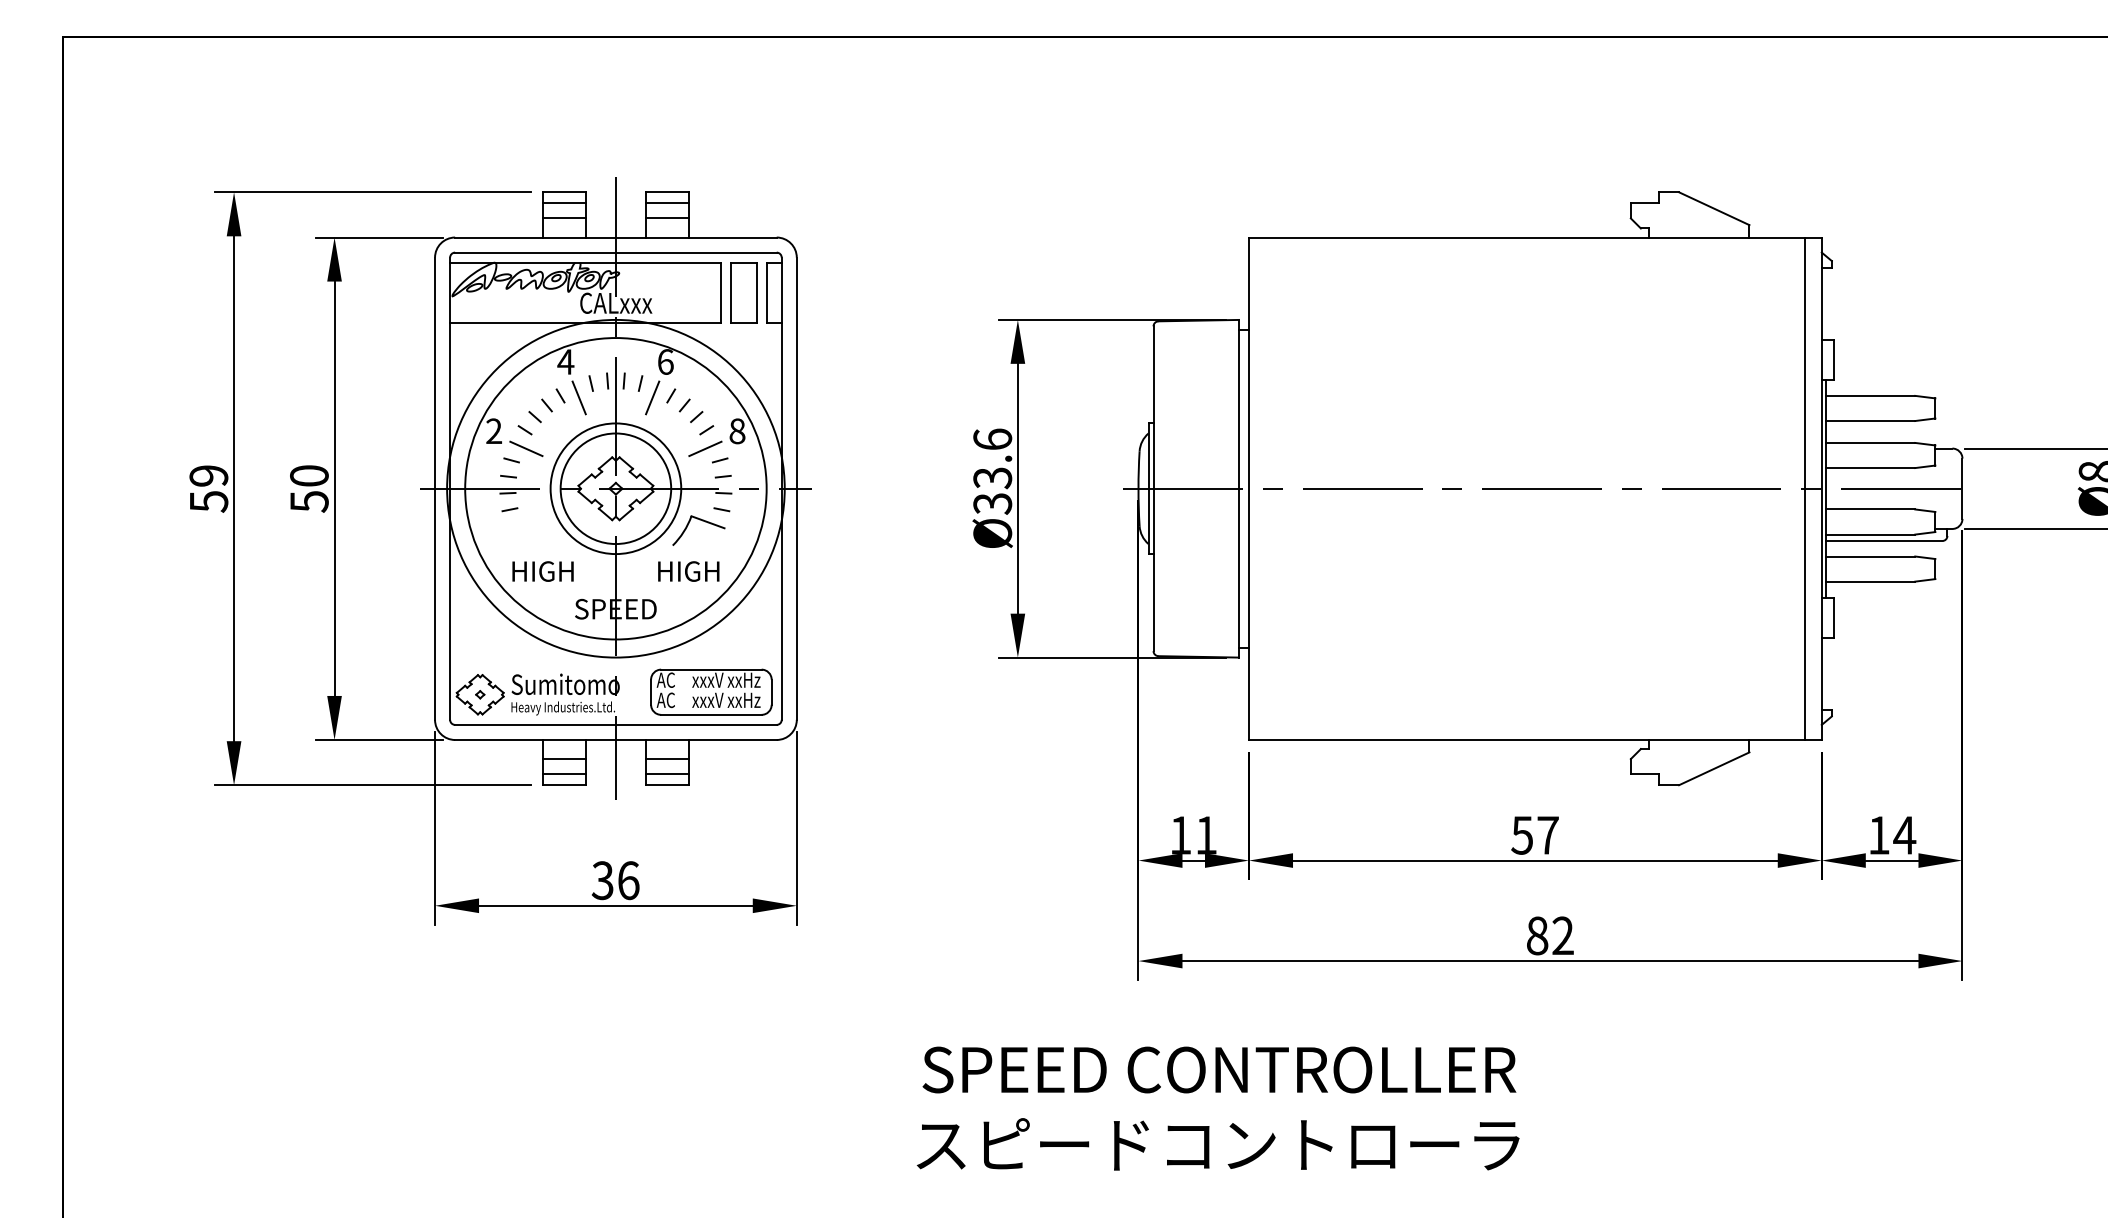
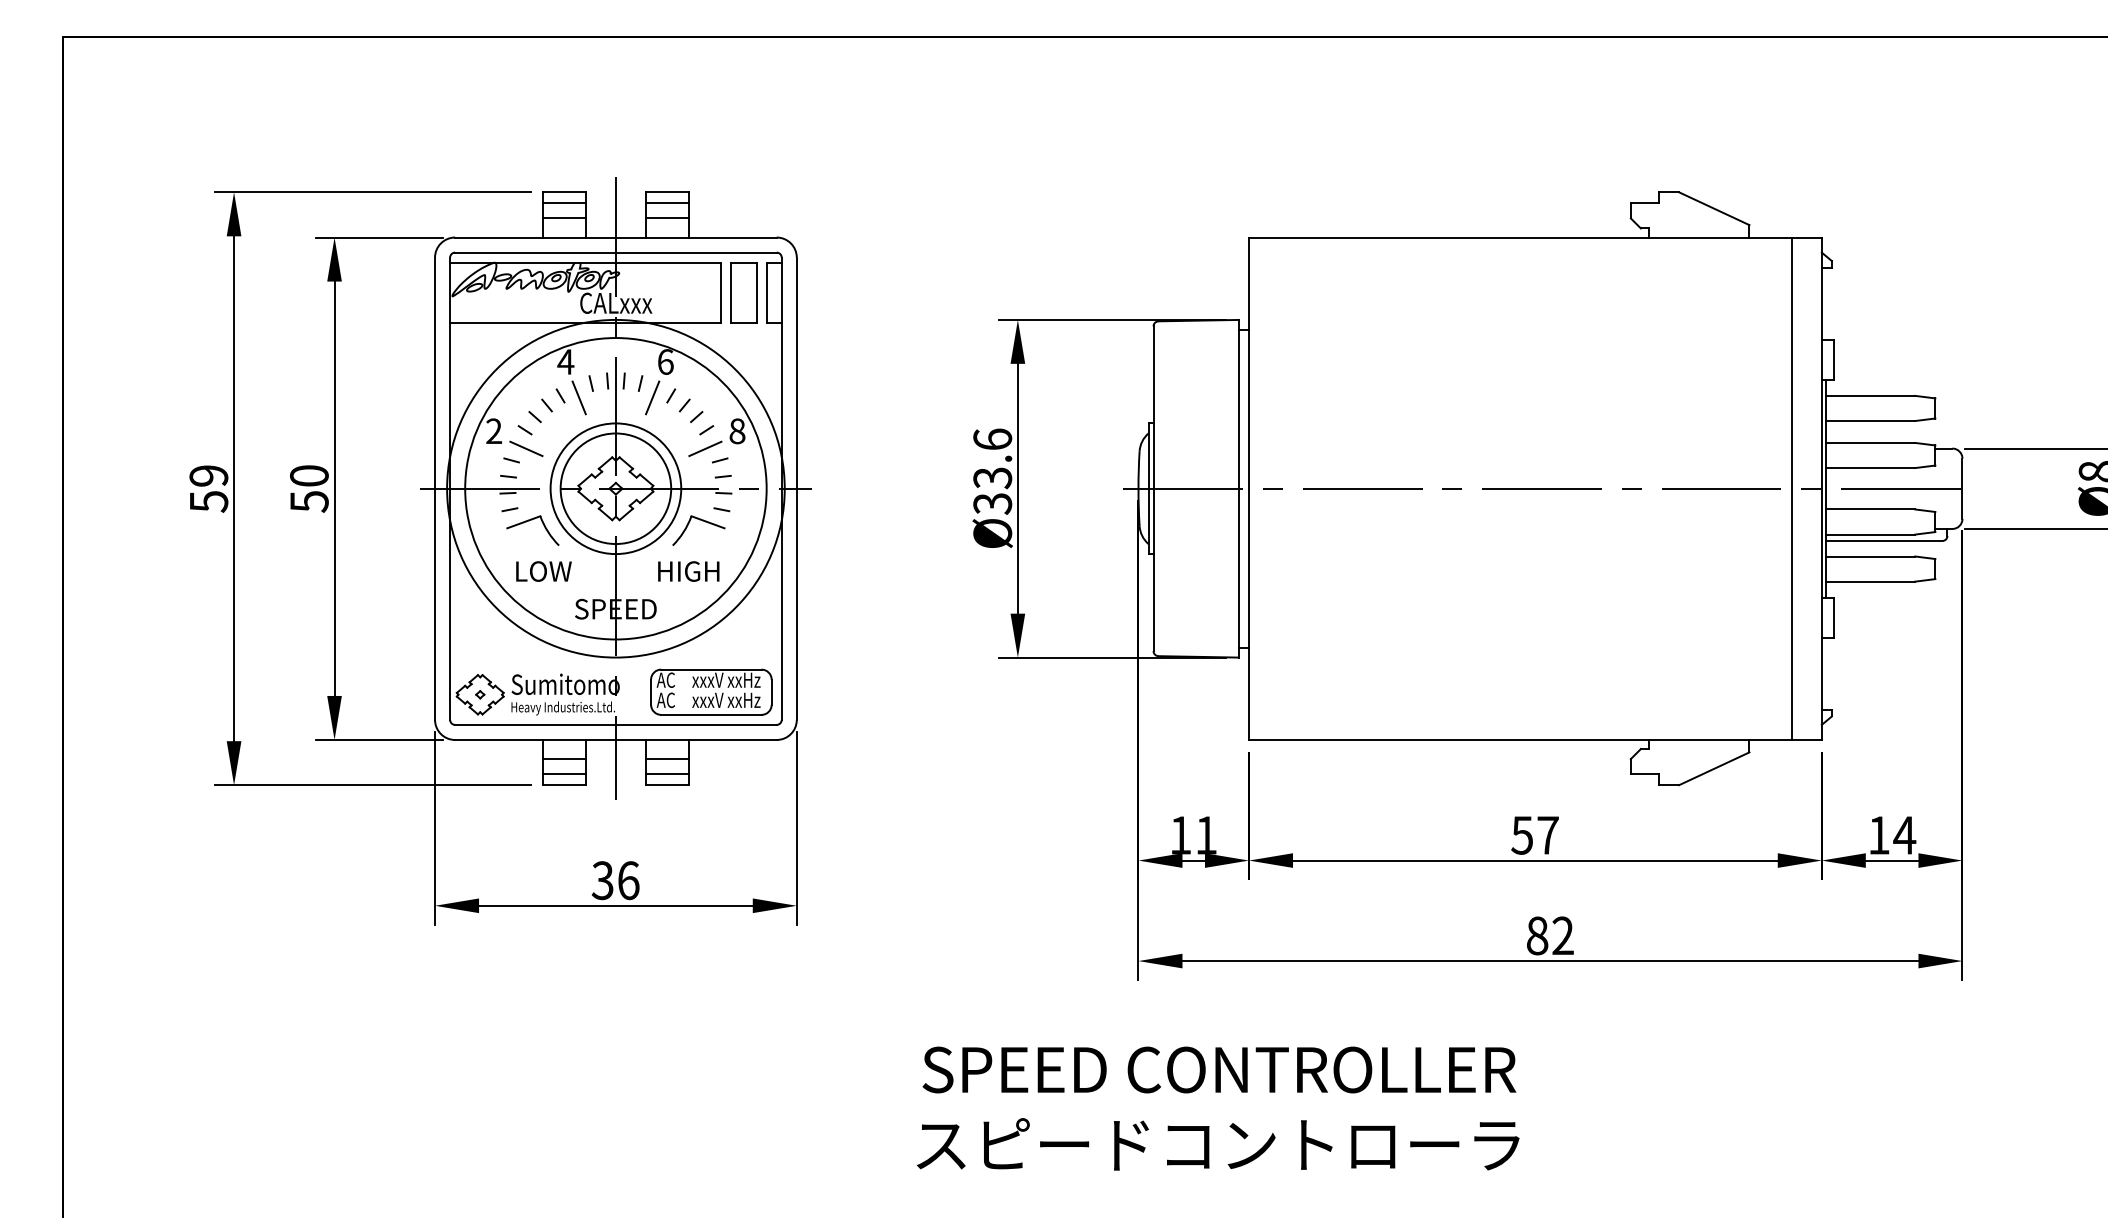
line at (1804, 488) position: (1804, 488) -> (1791, 488)
part at (529, 521): none -> present
text at (542, 571): HIGH -> LOW
